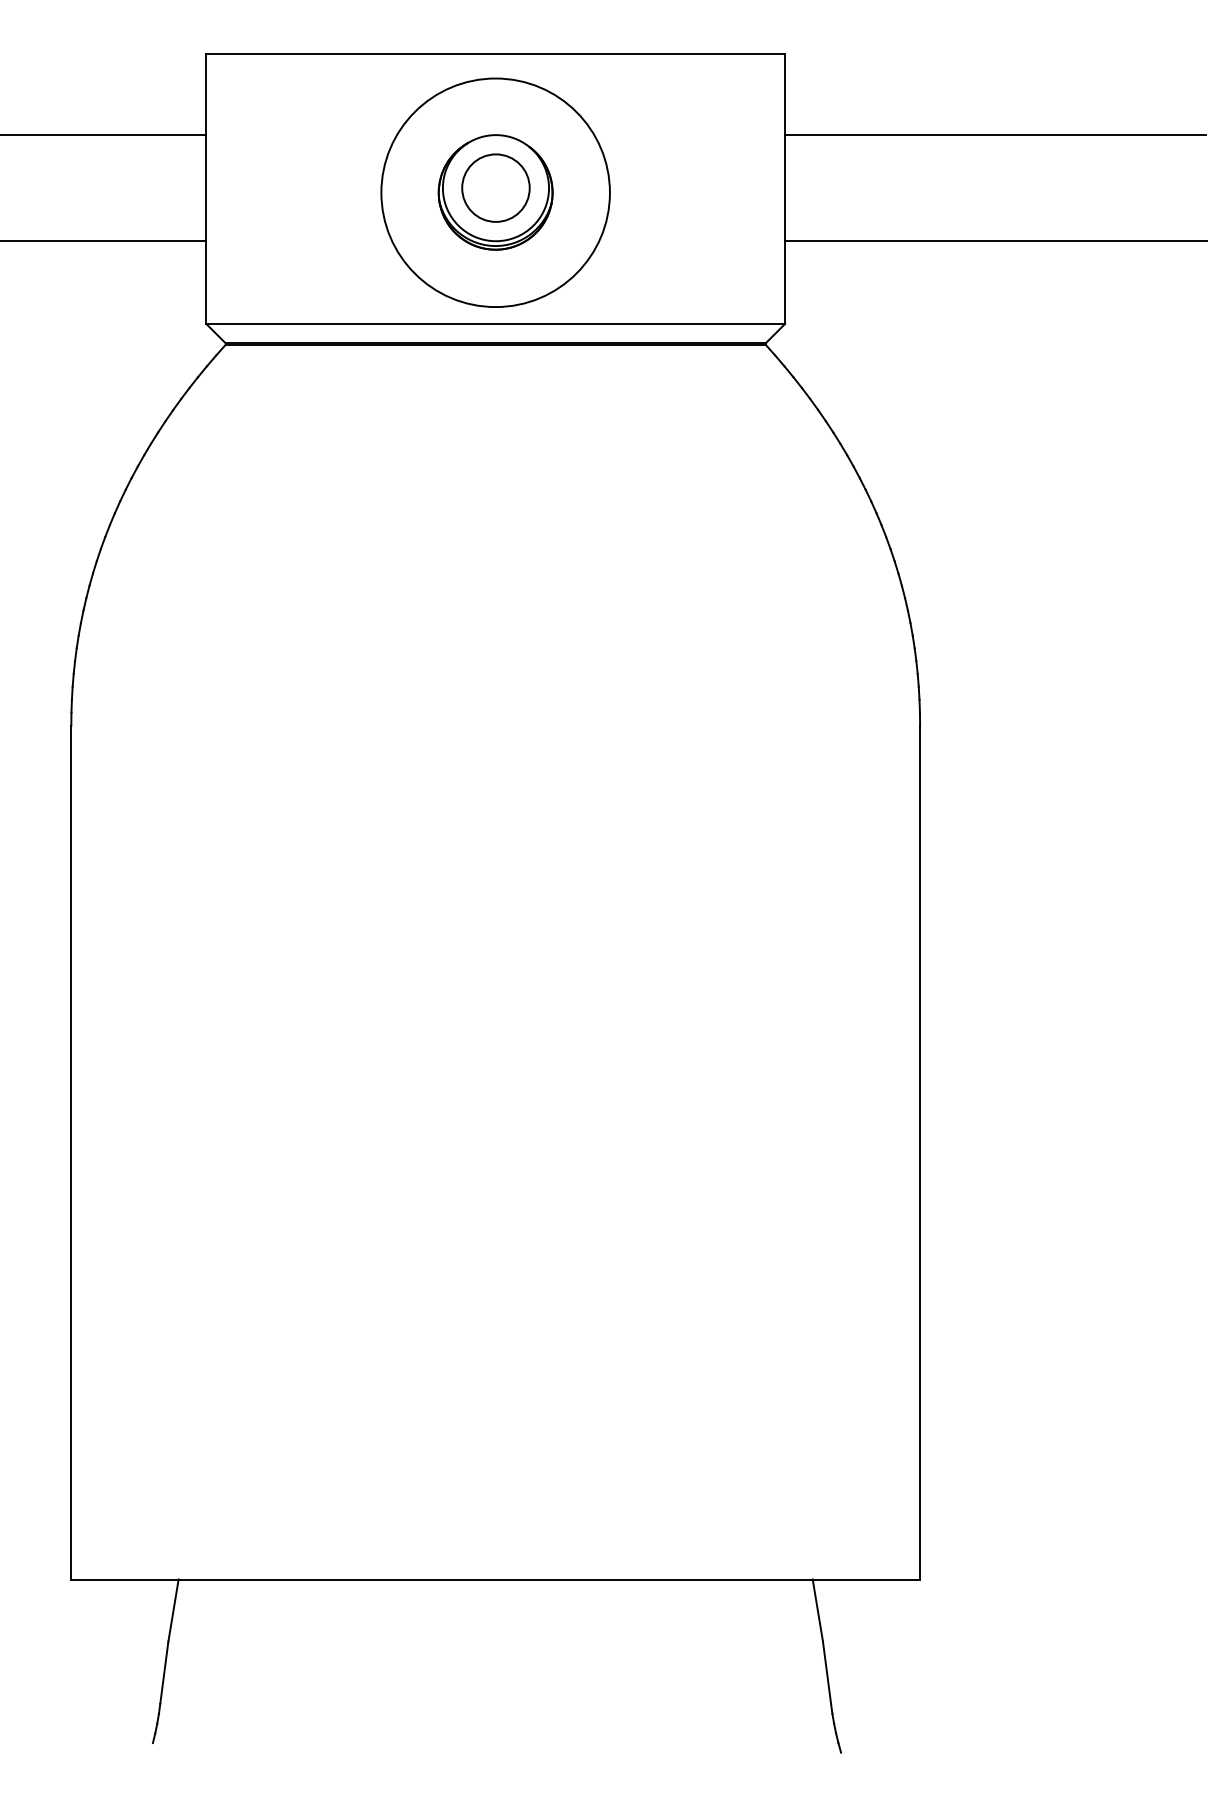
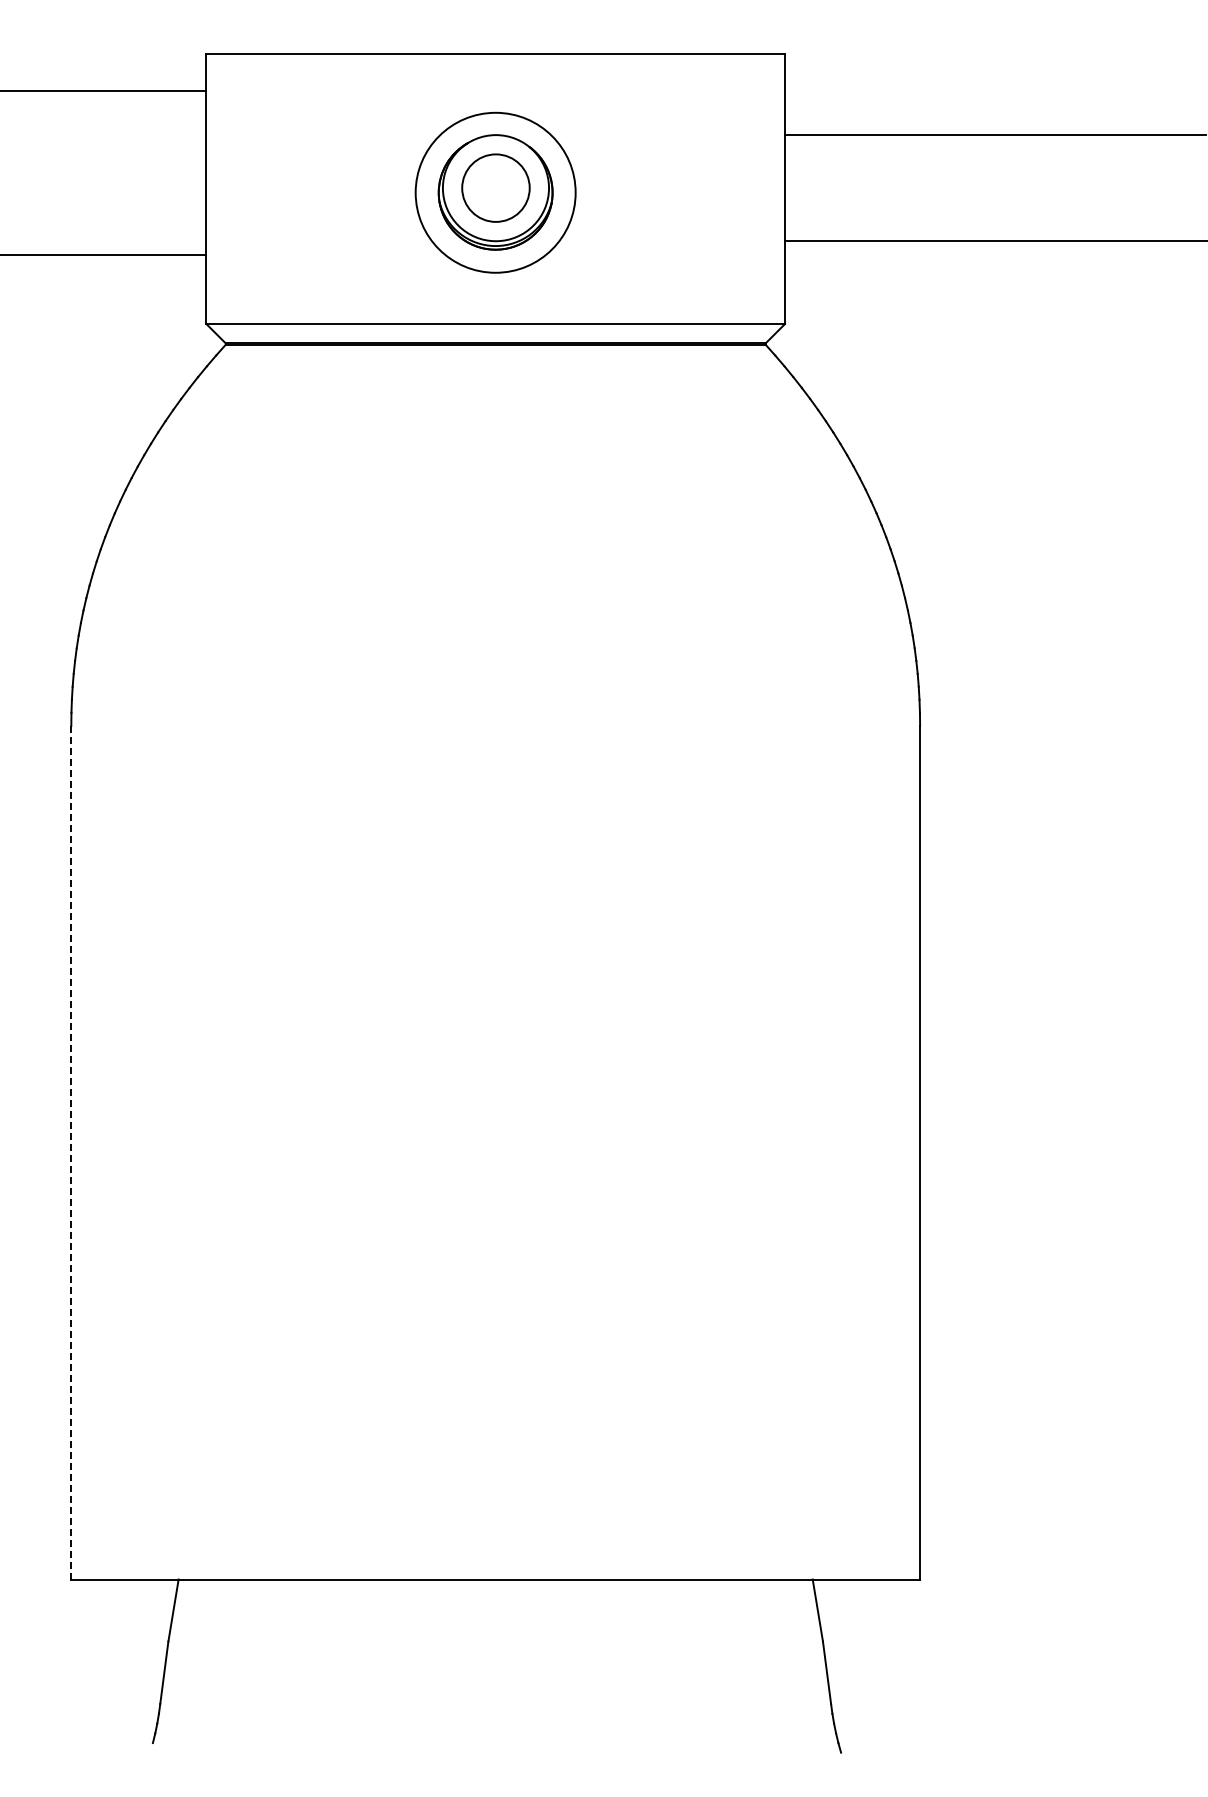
line at (104, 135) position: (104, 135) -> (104, 91)
circle at (495, 192) diameter: 229 px -> 160 px
line at (104, 241) position: (104, 241) -> (104, 255)
line at (71, 1152): solid -> dashed
